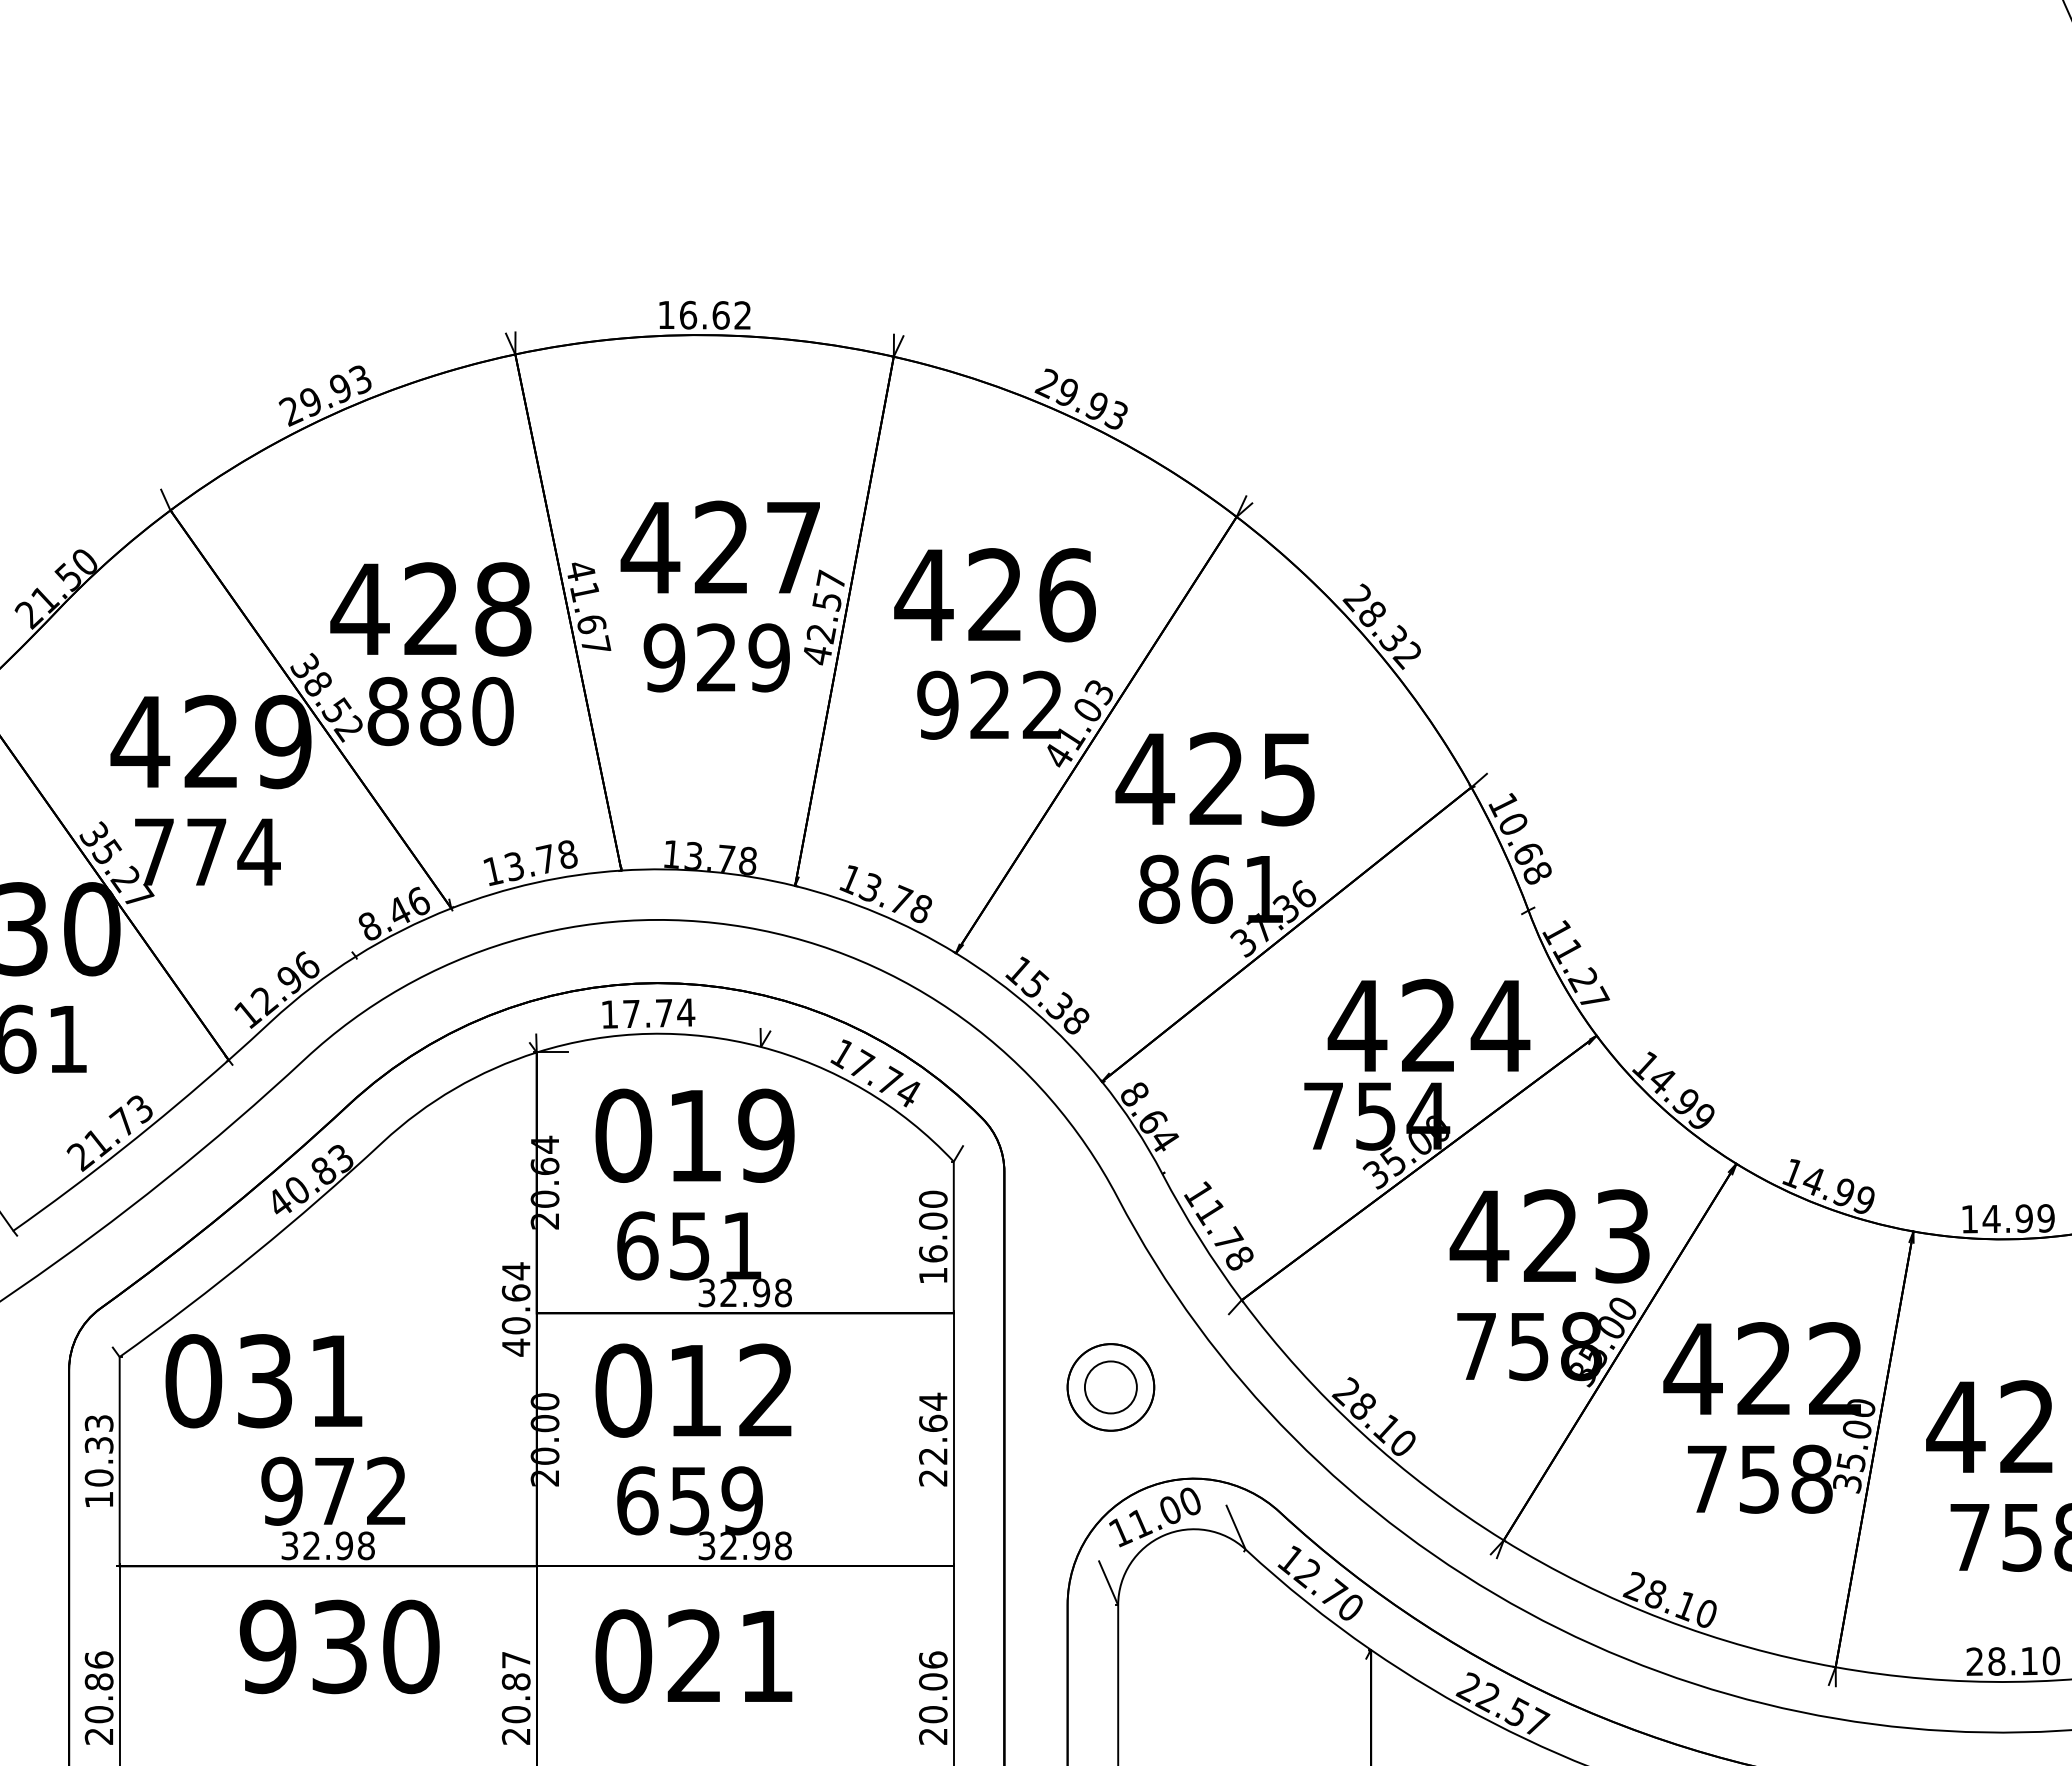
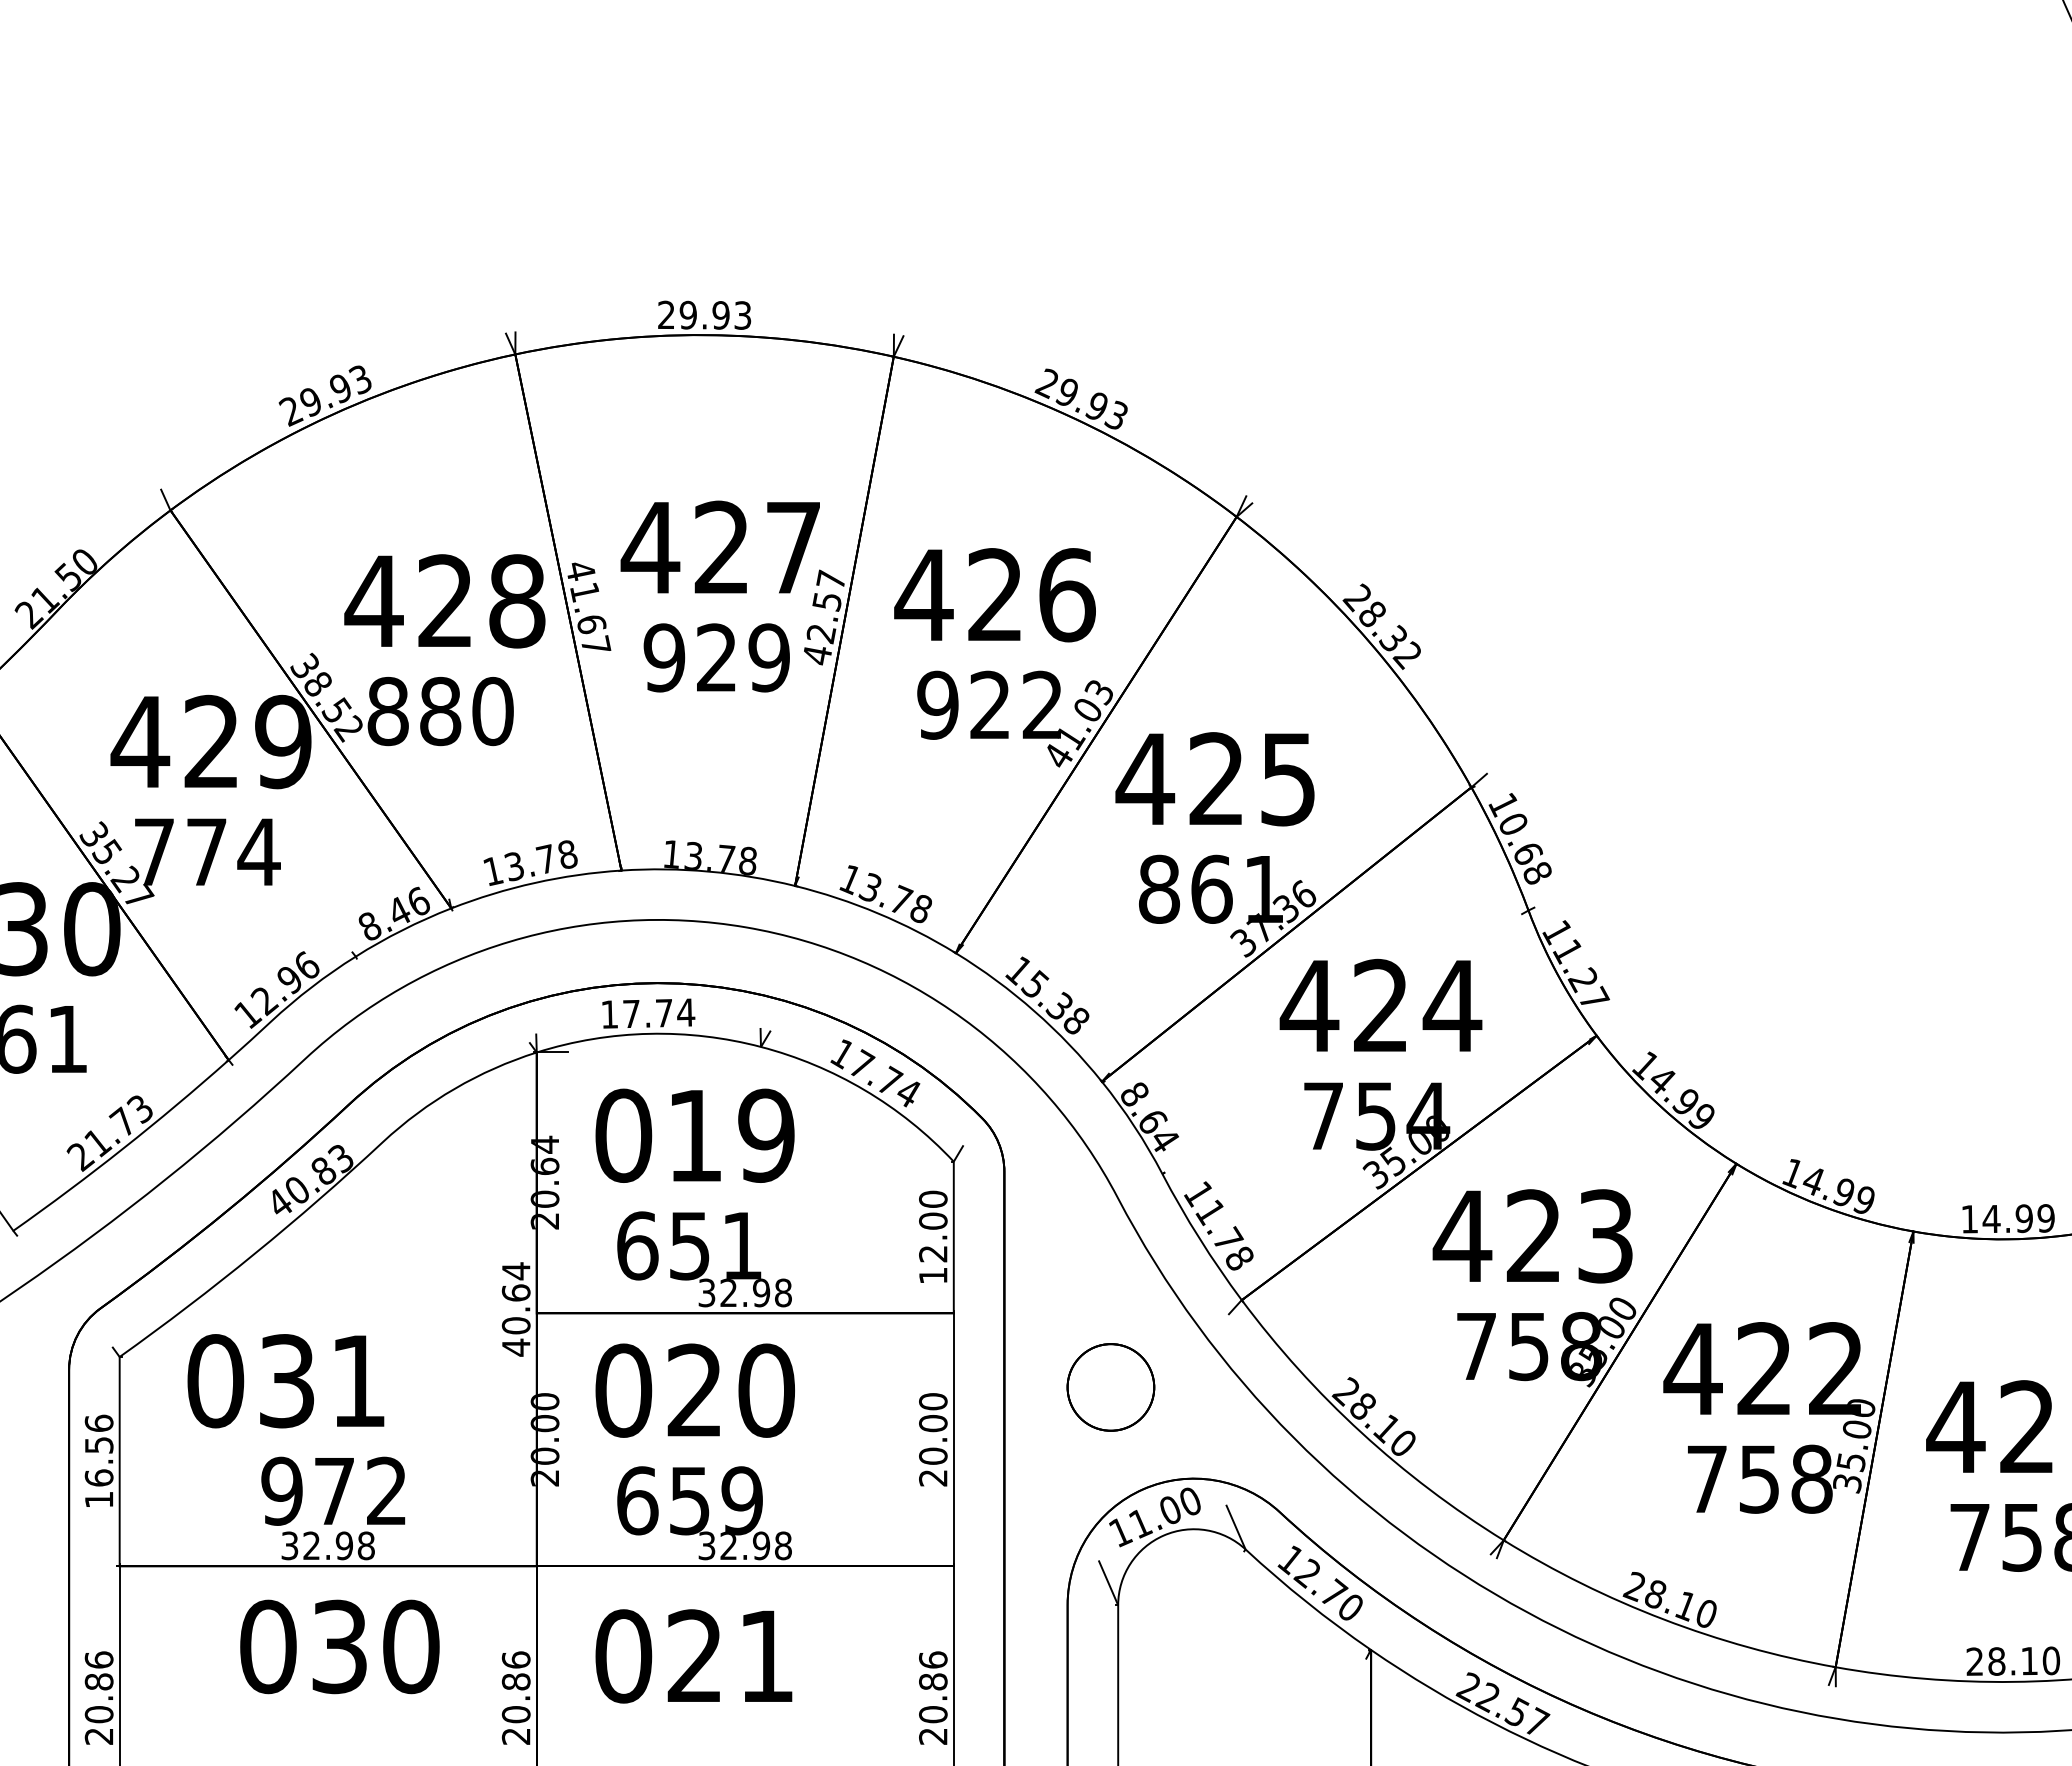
text at (704, 314): 16.62 -> 29.93
text at (430, 609) position: (430, 609) -> (444, 601)
text at (1428, 1024) position: (1428, 1024) -> (1380, 1004)
text at (1549, 1236) position: (1549, 1236) -> (1532, 1236)
text at (933, 1253): 16.00 -> 12.00
text at (263, 1381) position: (263, 1381) -> (285, 1381)
circle at (1110, 1387) diameter: 52 px -> 87 px
text at (731, 1390): 012 -> 020
text at (933, 1428): 22.64 -> 20.00
text at (98, 1450): 10.33 -> 16.56
text at (267, 1646): 930 -> 030
text at (515, 1659): 20.87 -> 20.86
text at (933, 1681): 20.06 -> 20.86
